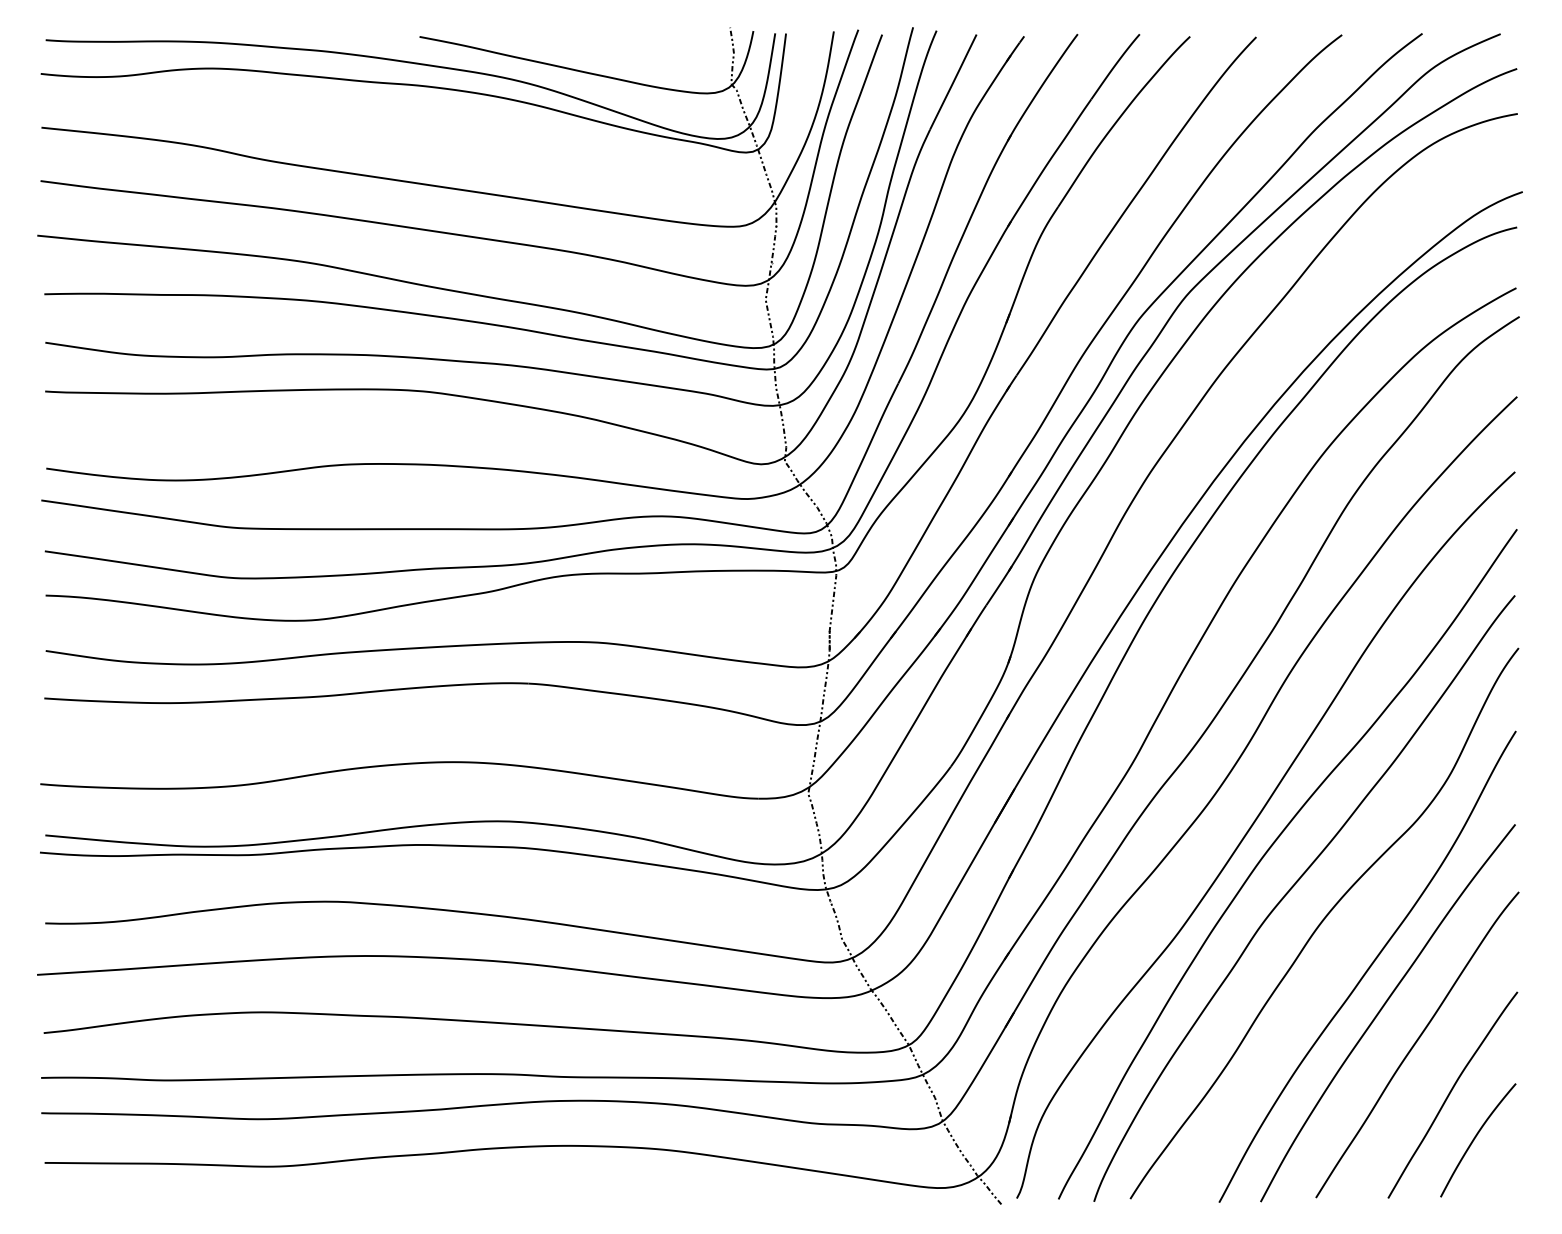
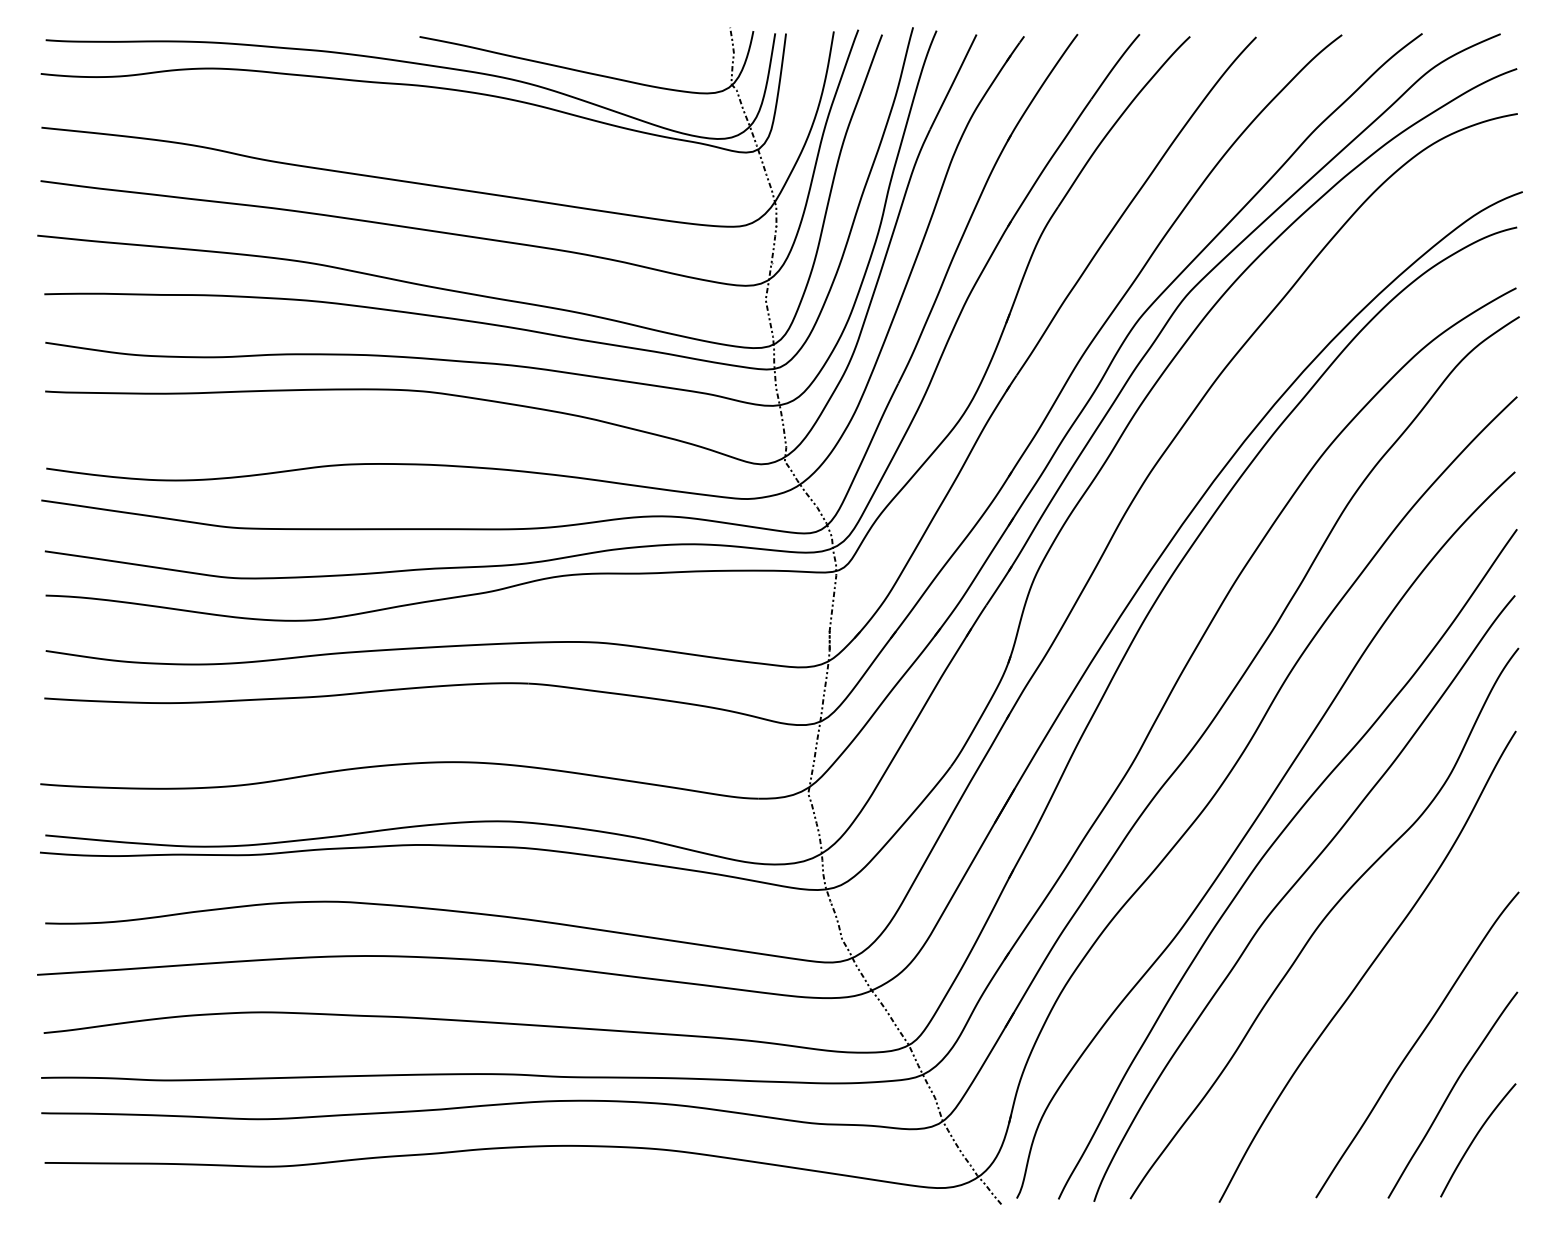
curve at (1382, 1009): present -> none
